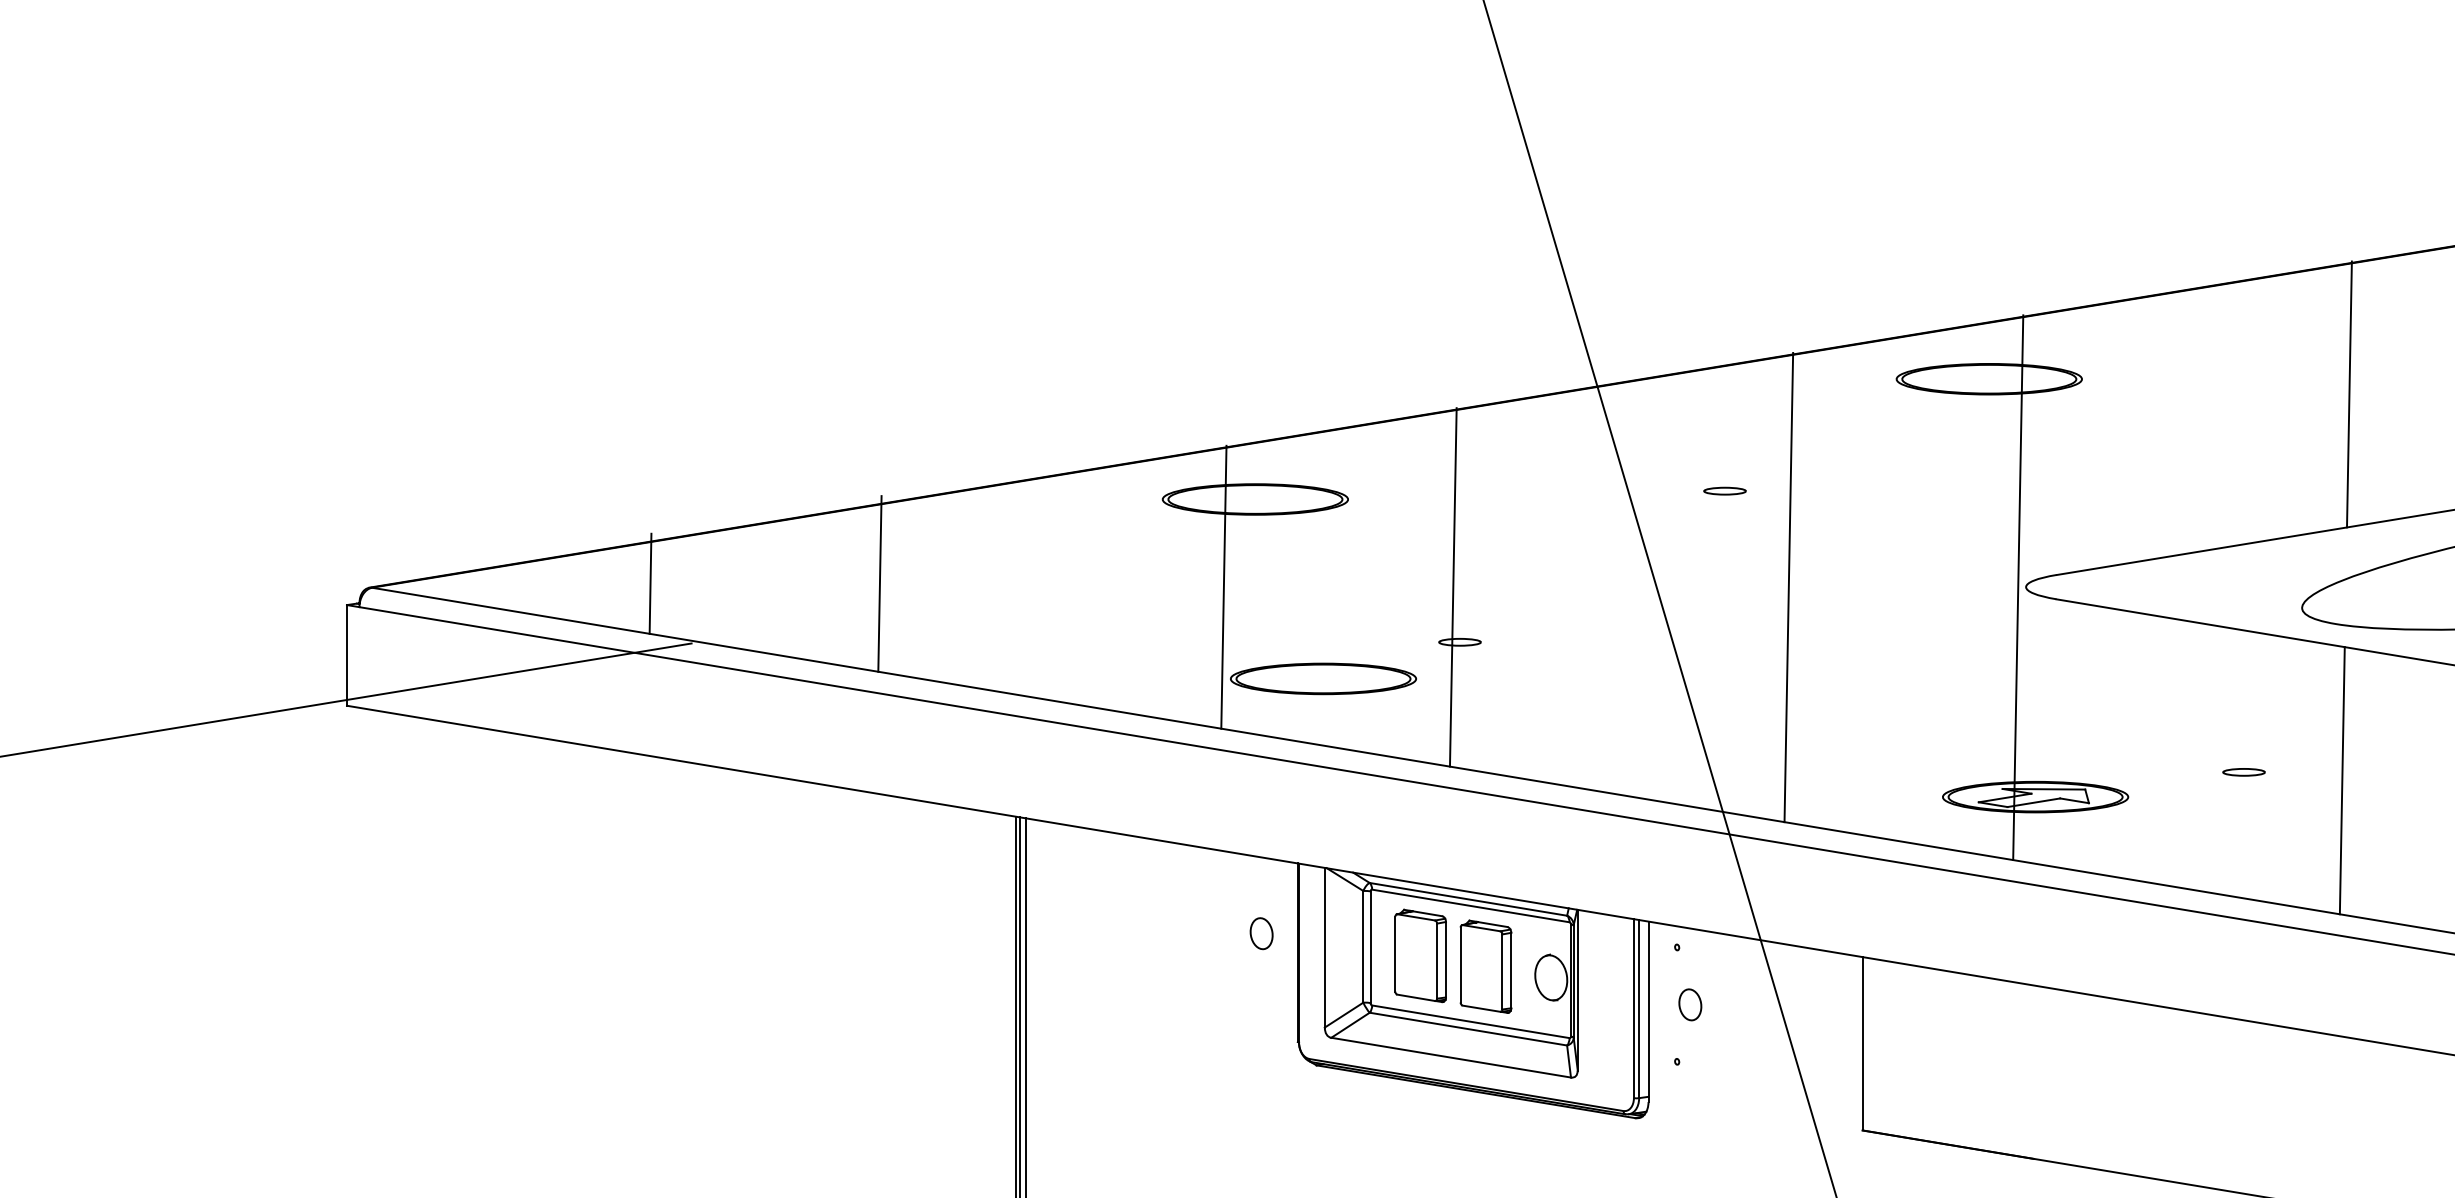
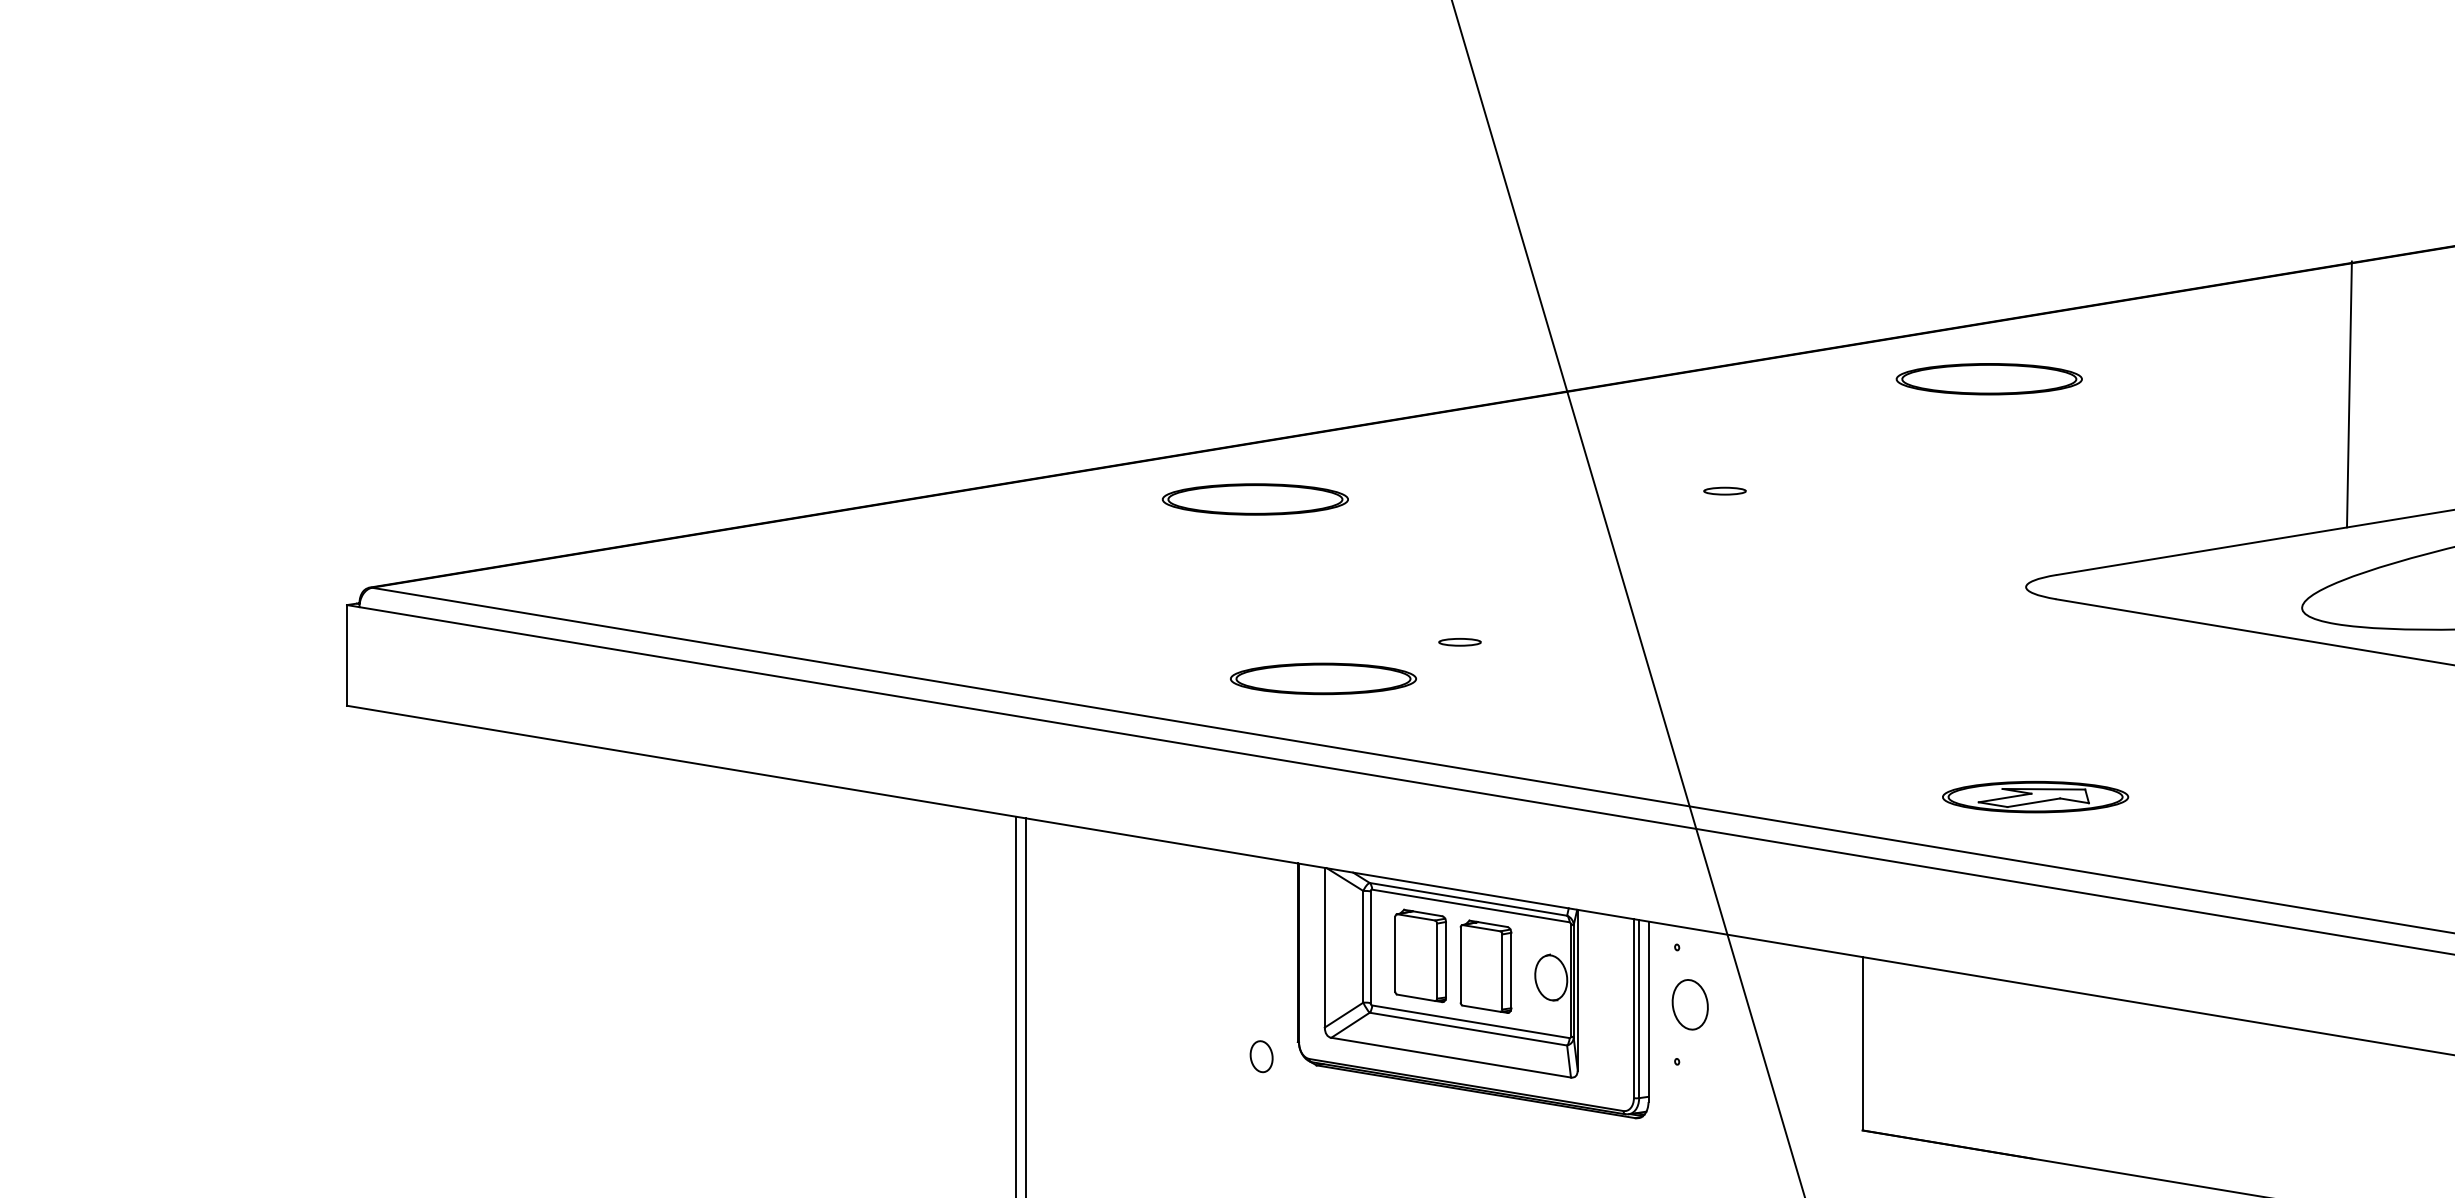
line at (650, 583): present -> none
line at (879, 583): present -> none
line at (1223, 586): present -> none
line at (1452, 587): present -> none
line at (1788, 587): present -> none
line at (2018, 587): present -> none
line at (1659, 598) position: (1659, 598) -> (1628, 598)
line at (346, 699): present -> none
part at (2243, 772): present -> none
line at (2341, 780): present -> none
part at (1261, 933) position: (1261, 933) -> (1261, 1056)
part at (1690, 1004) size: 25x34 px -> 38x52 px
line at (1020, 1005): present -> none
